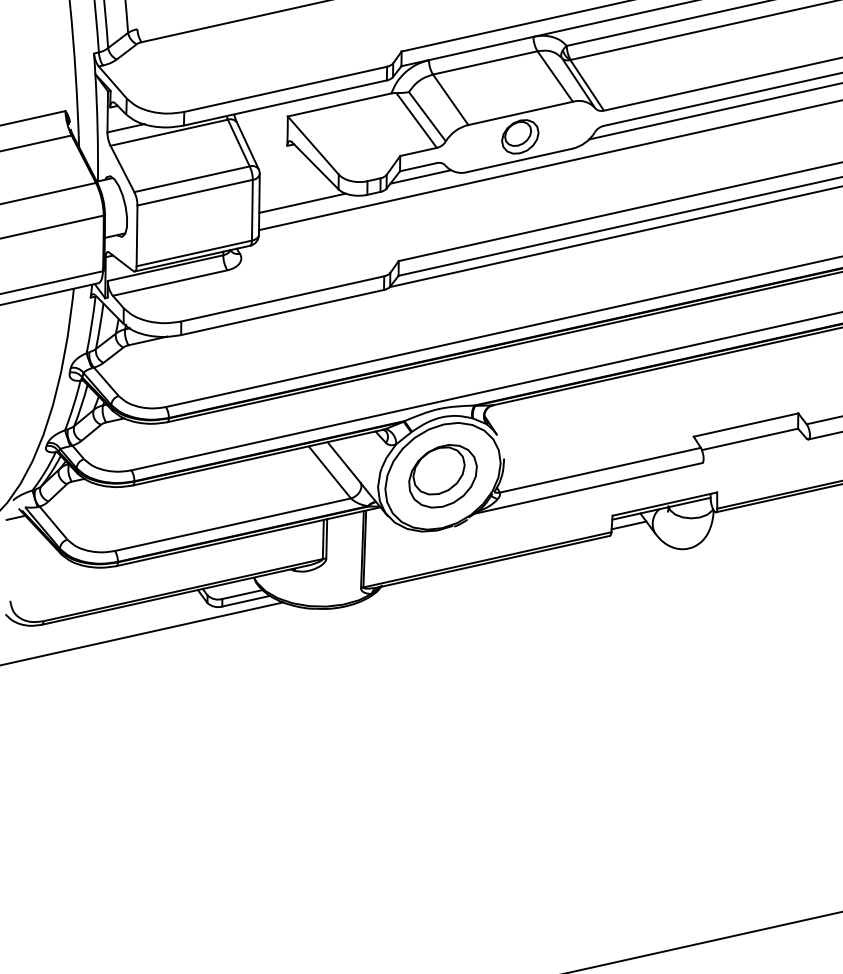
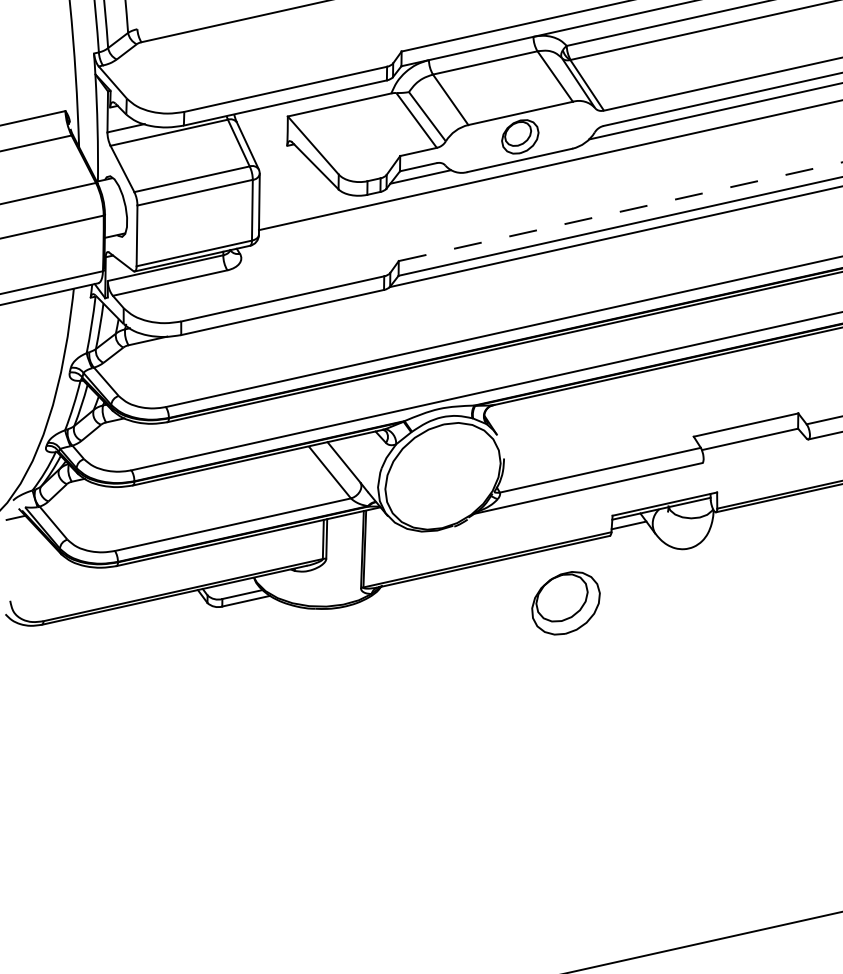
line at (302, 202): present -> none
line at (621, 211): solid -> dashed
part at (442, 476) position: (442, 476) -> (565, 603)
line at (142, 633): present -> none
